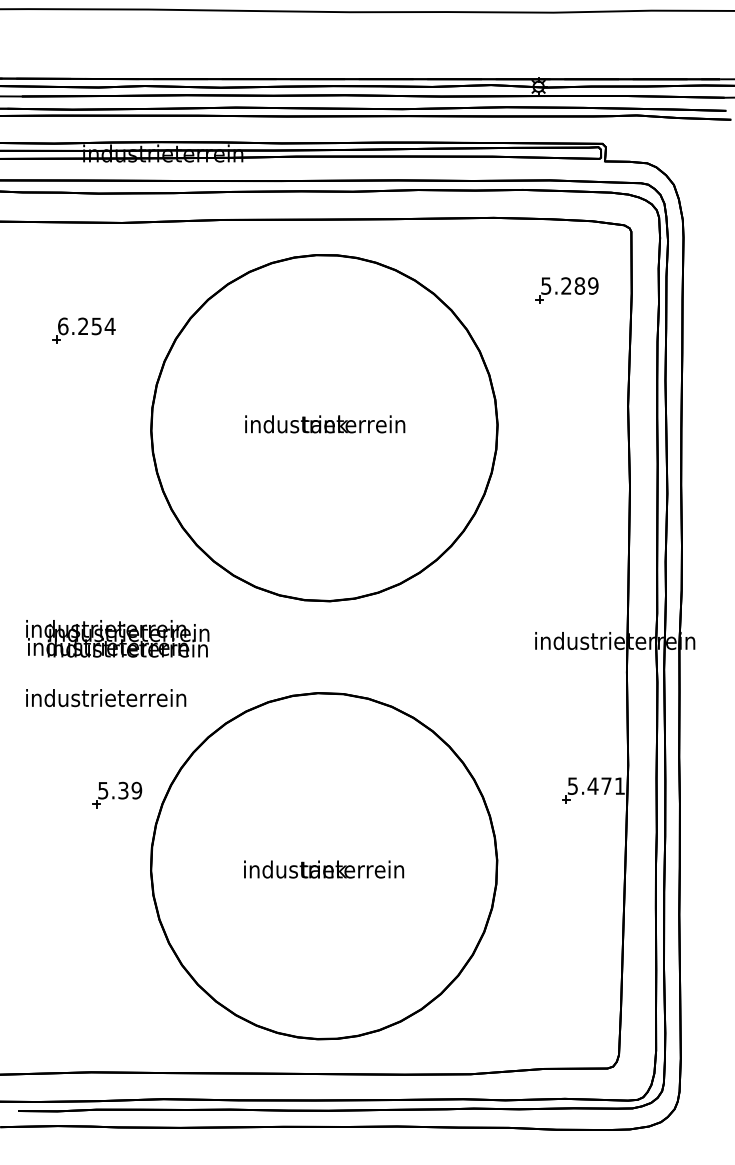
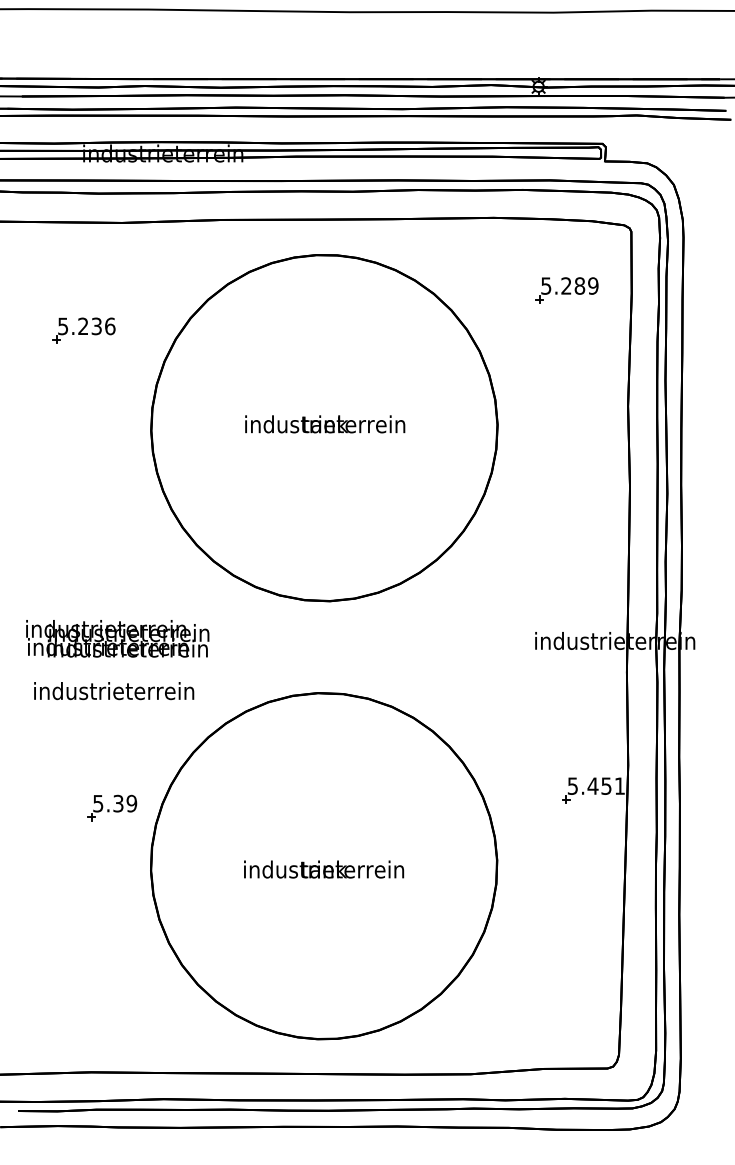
text at (86, 326): 6.254 -> 5.236
text at (106, 698) position: (106, 698) -> (114, 691)
text at (606, 785): 5.471 -> 5.451
part at (117, 794) position: (117, 794) -> (112, 807)
